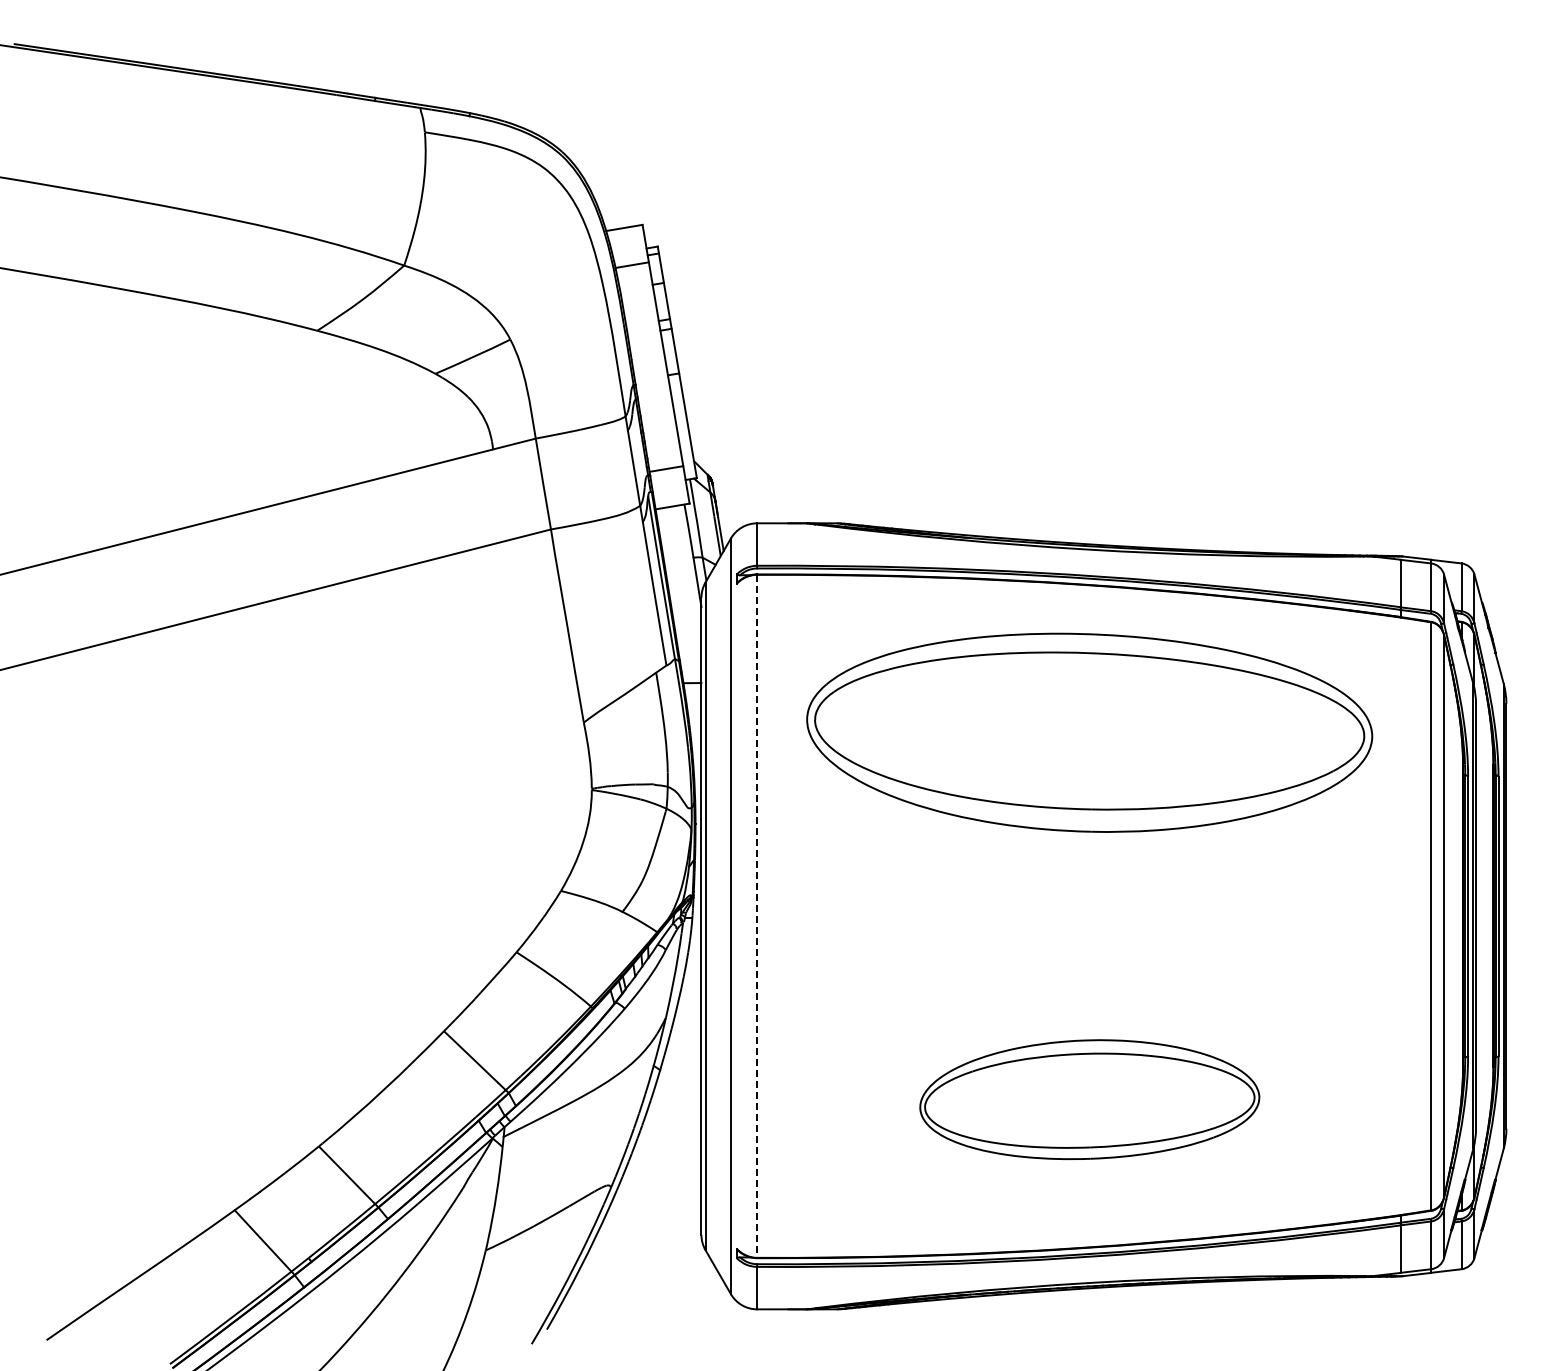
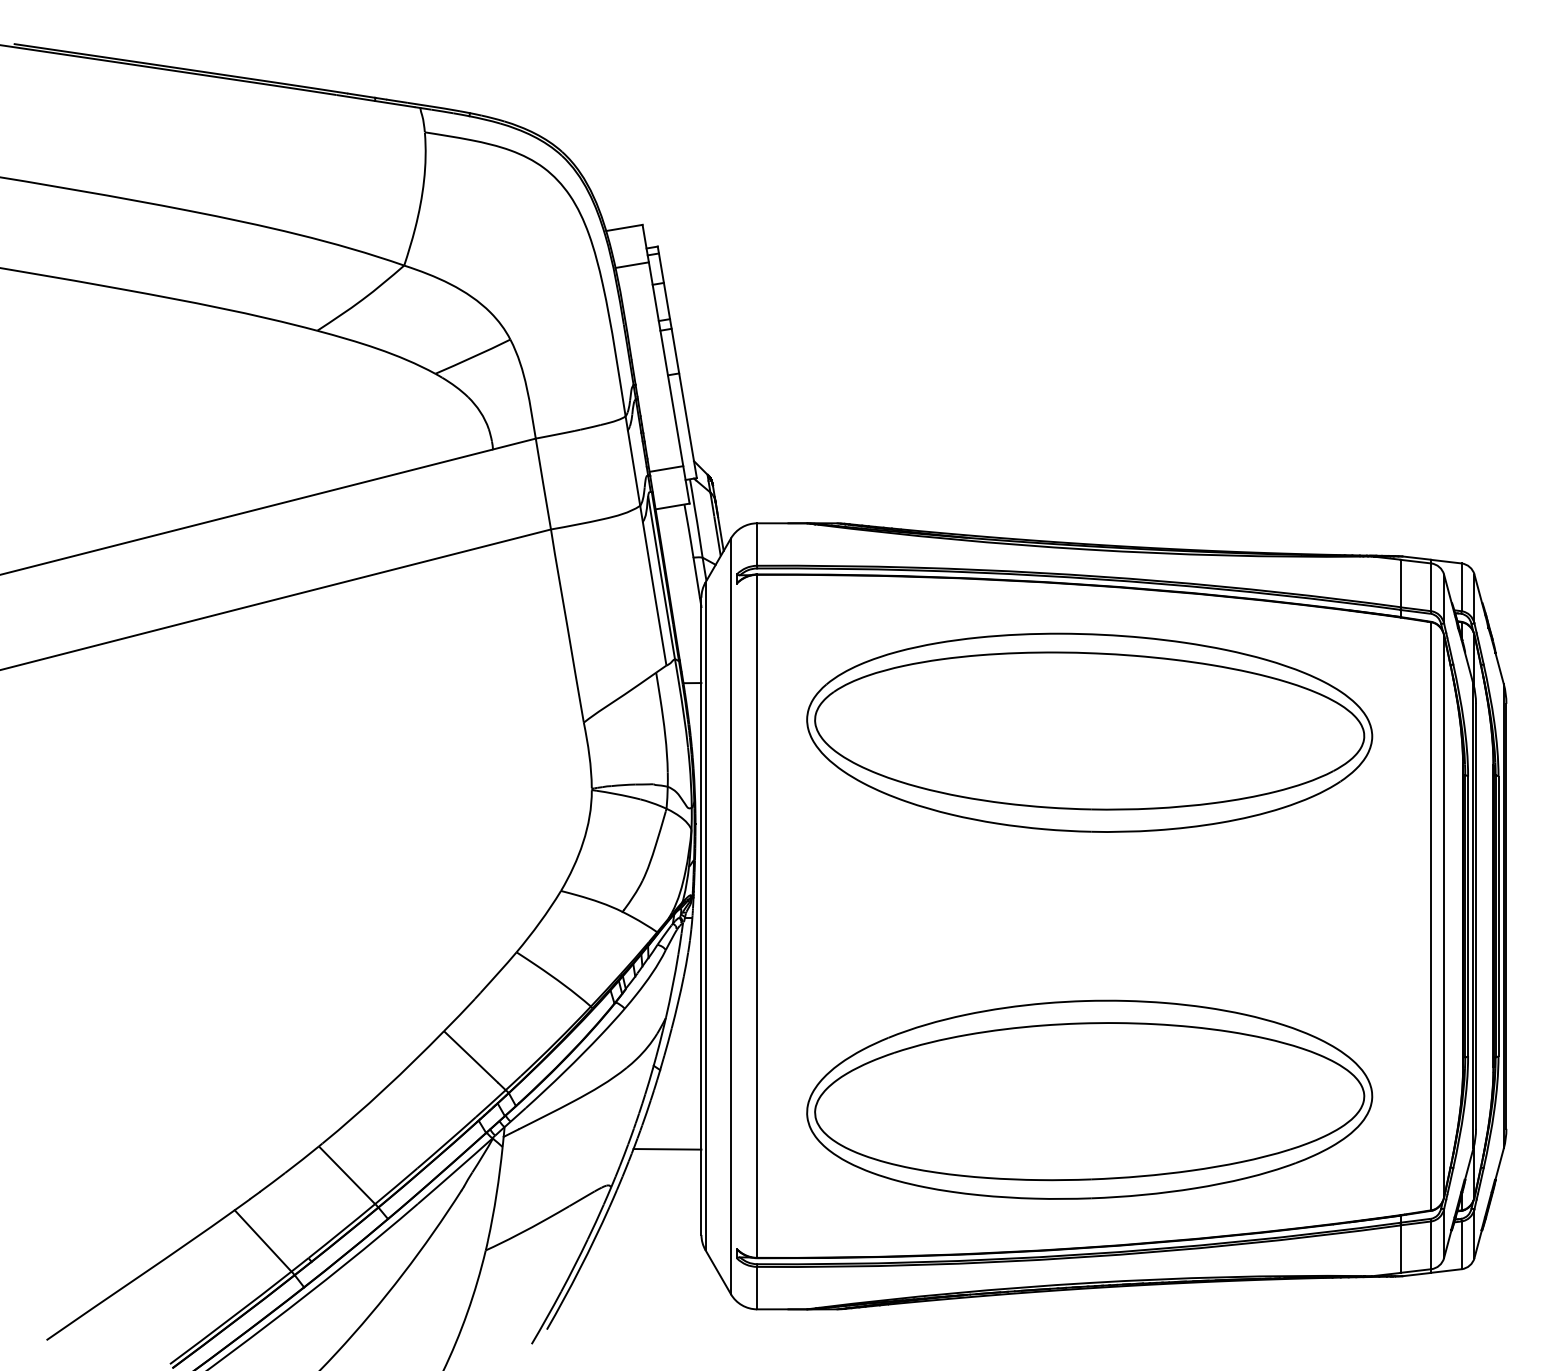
line at (757, 916): dashed -> solid
part at (1089, 1099) size: 342x122 px -> 568x201 px
line at (667, 1149): none -> present
